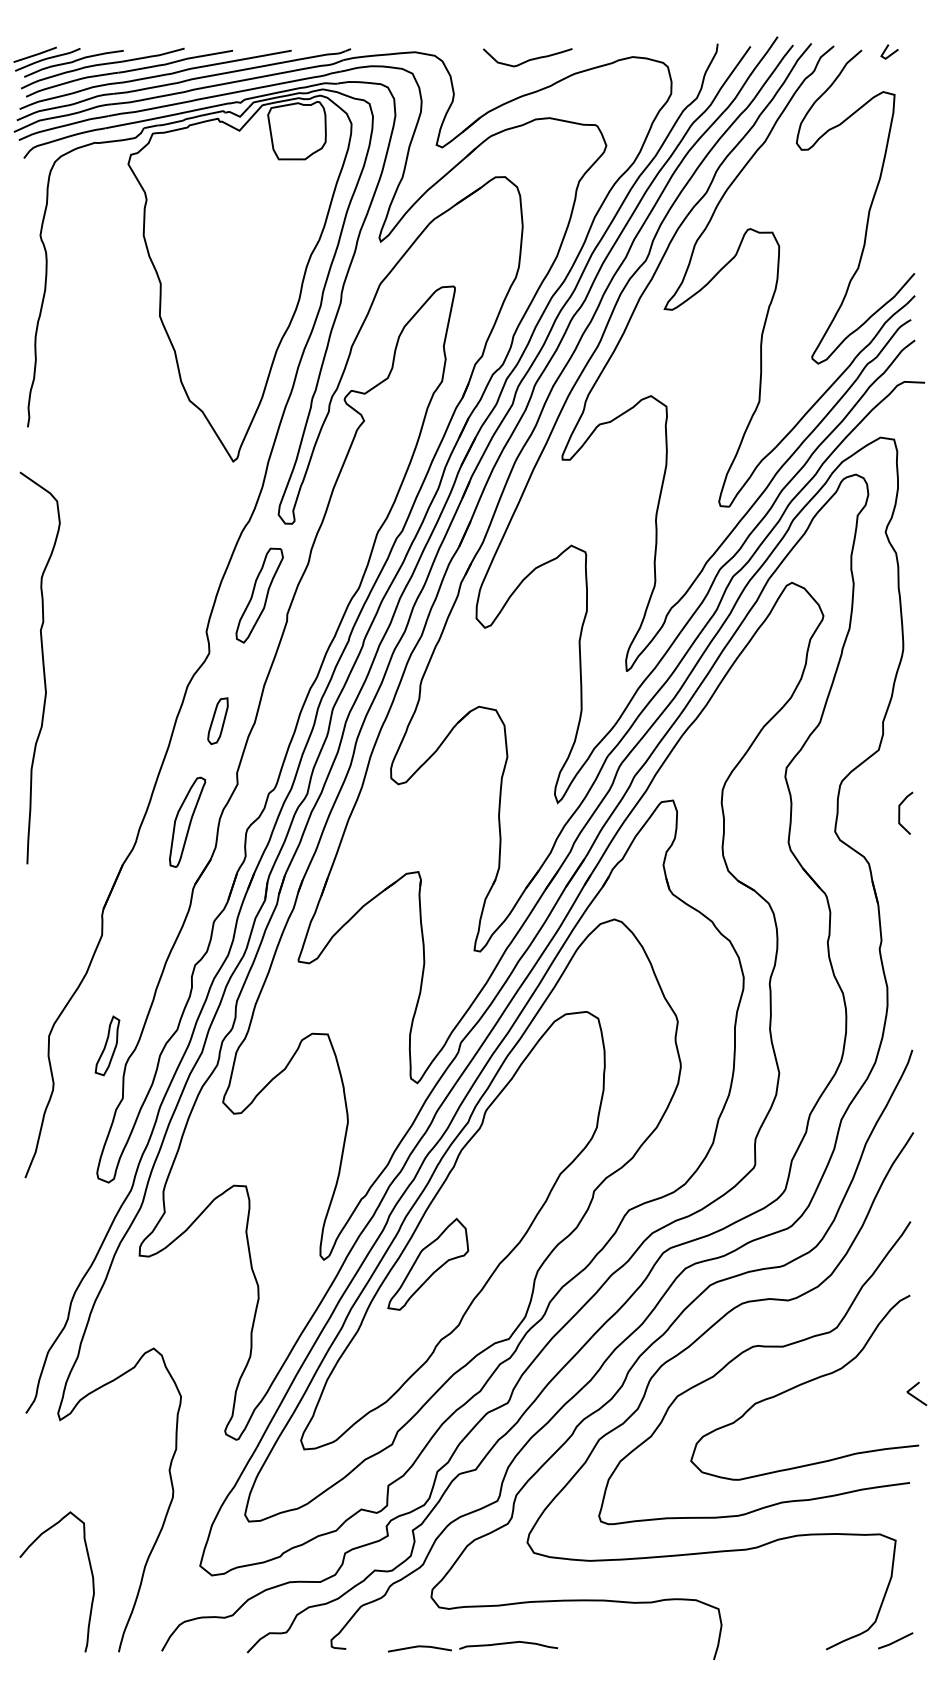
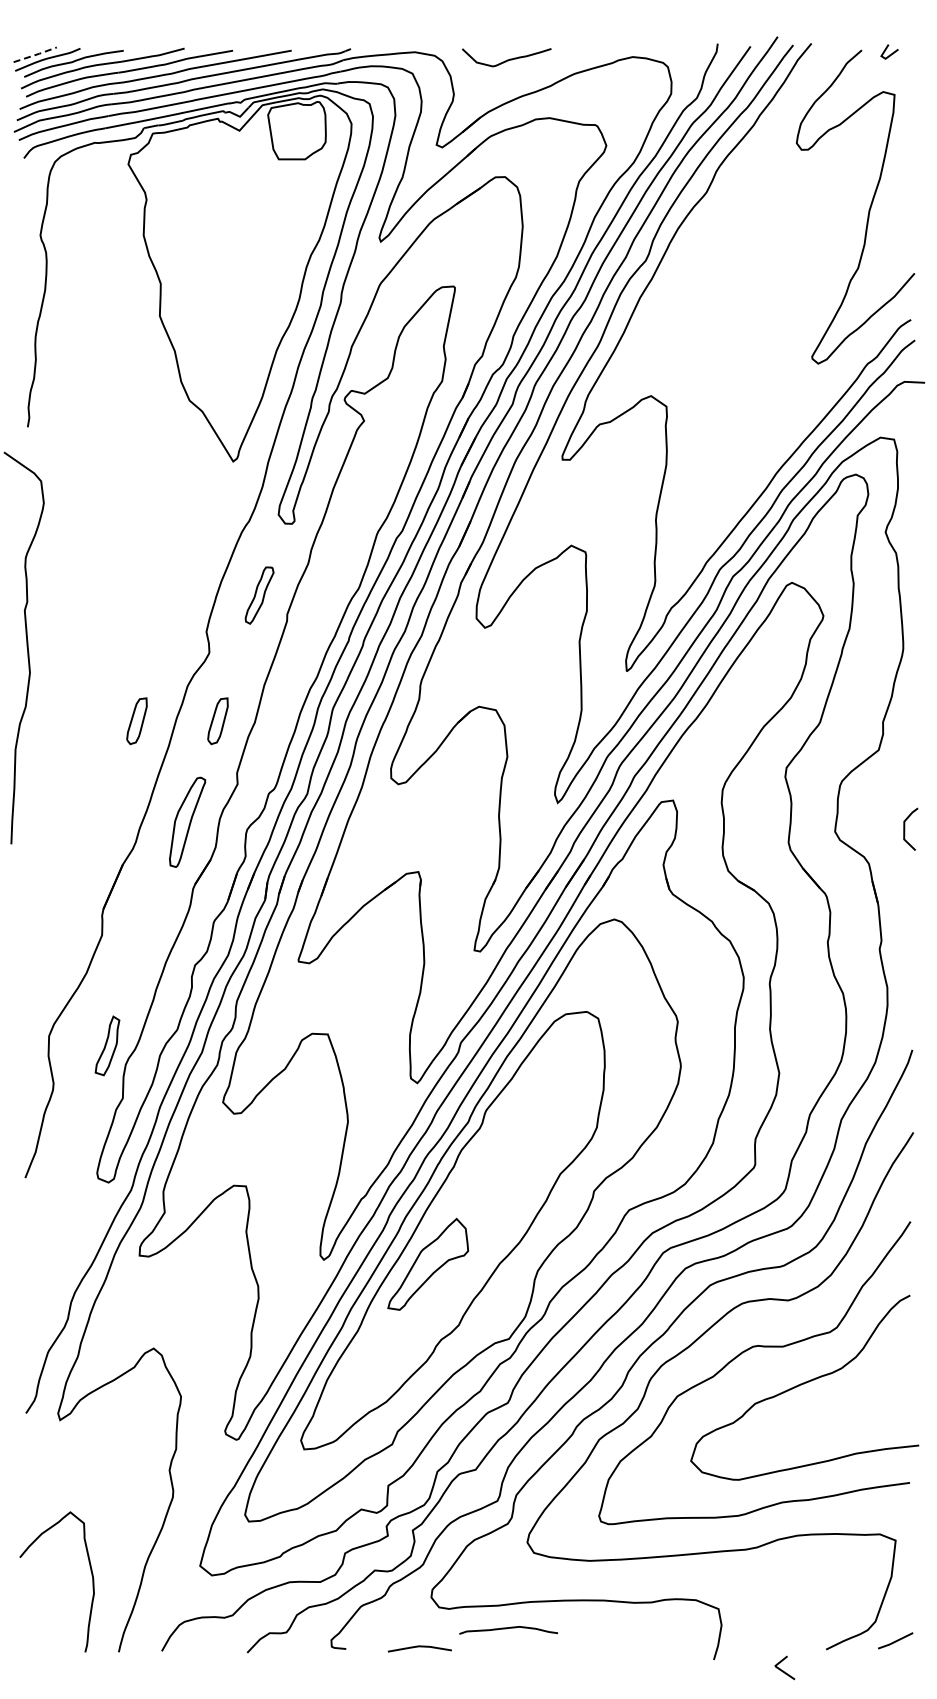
line at (35, 54): solid -> dashed
curve at (528, 59) position: (528, 59) -> (507, 59)
curve at (778, 276): present -> none
part at (259, 595) size: 49x97 px -> 31x59 px
curve at (42, 667) position: (42, 667) -> (26, 647)
part at (136, 721): none -> present
line at (900, 812) position: (900, 812) -> (905, 828)
line at (915, 1396) position: (915, 1396) -> (783, 1670)
curve at (508, 1643) position: (508, 1643) -> (508, 1628)
